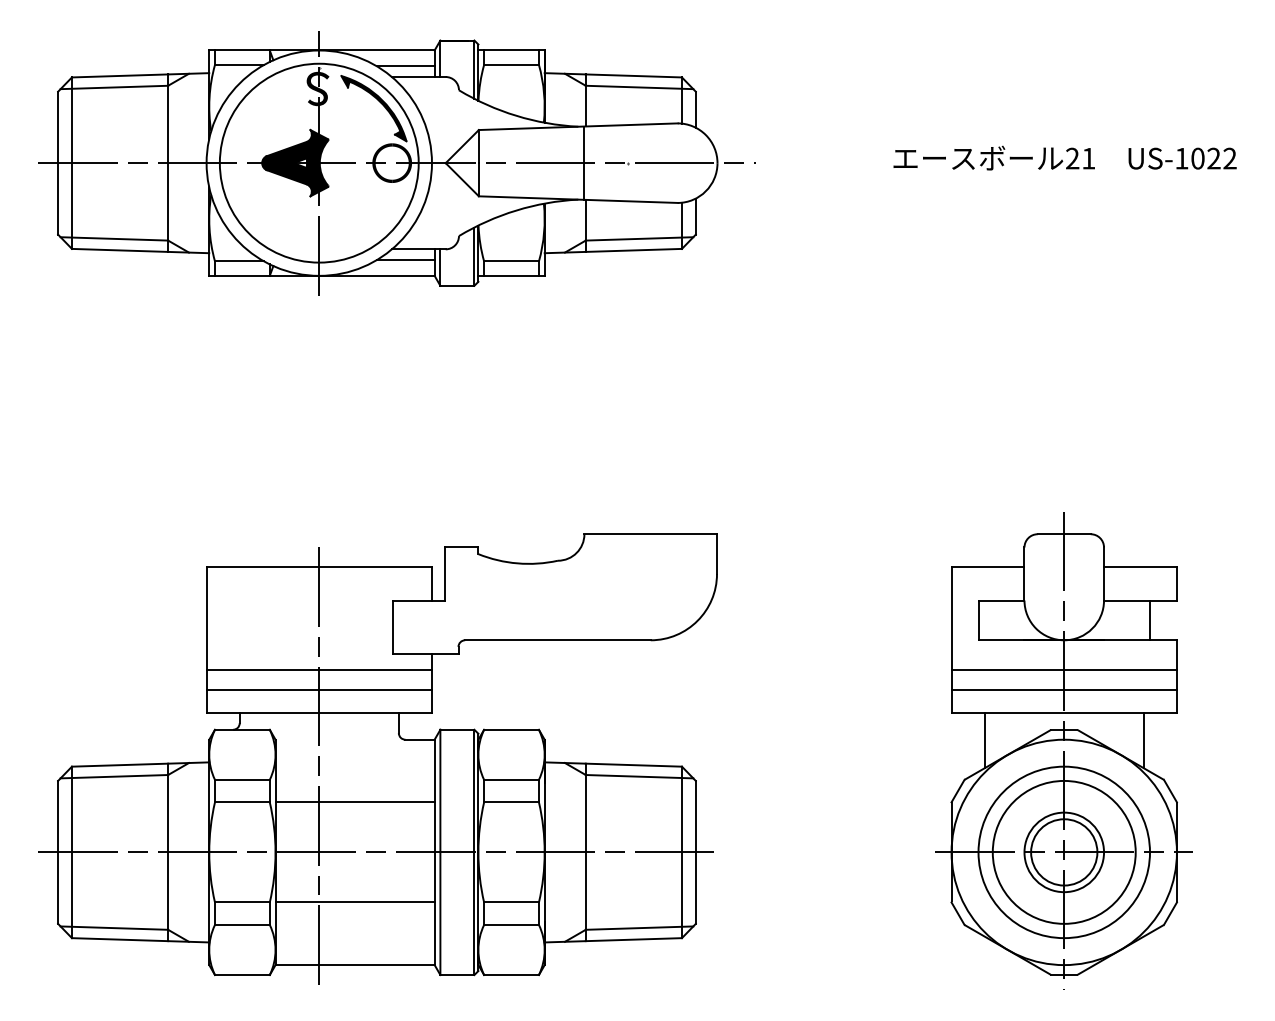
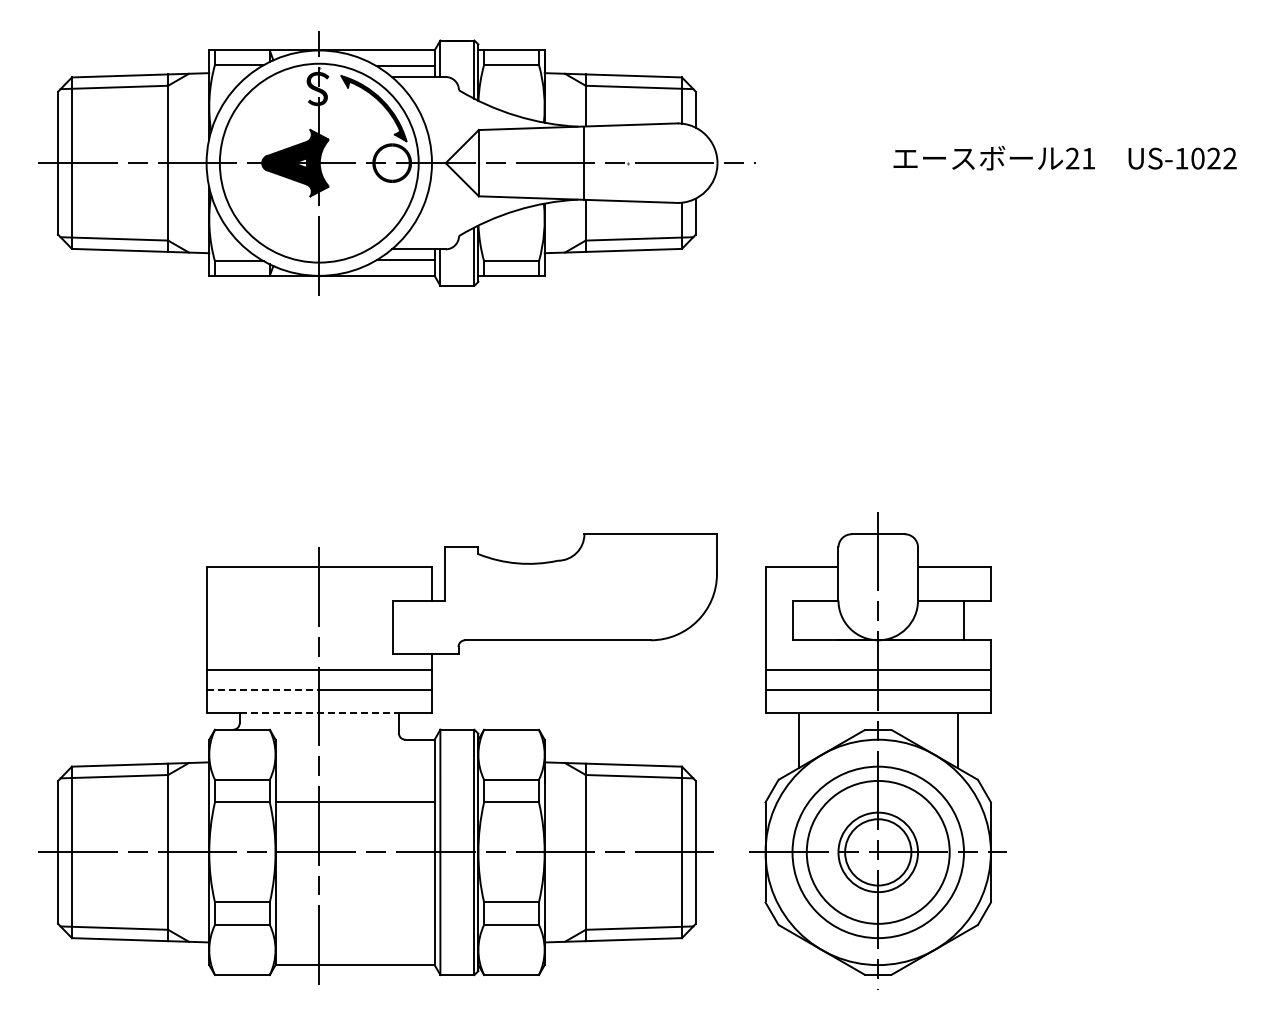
line at (263, 690): solid -> dashed
line at (319, 713): solid -> dashed
part at (1063, 750) position: (1063, 750) -> (877, 750)
line at (354, 902): present -> none
